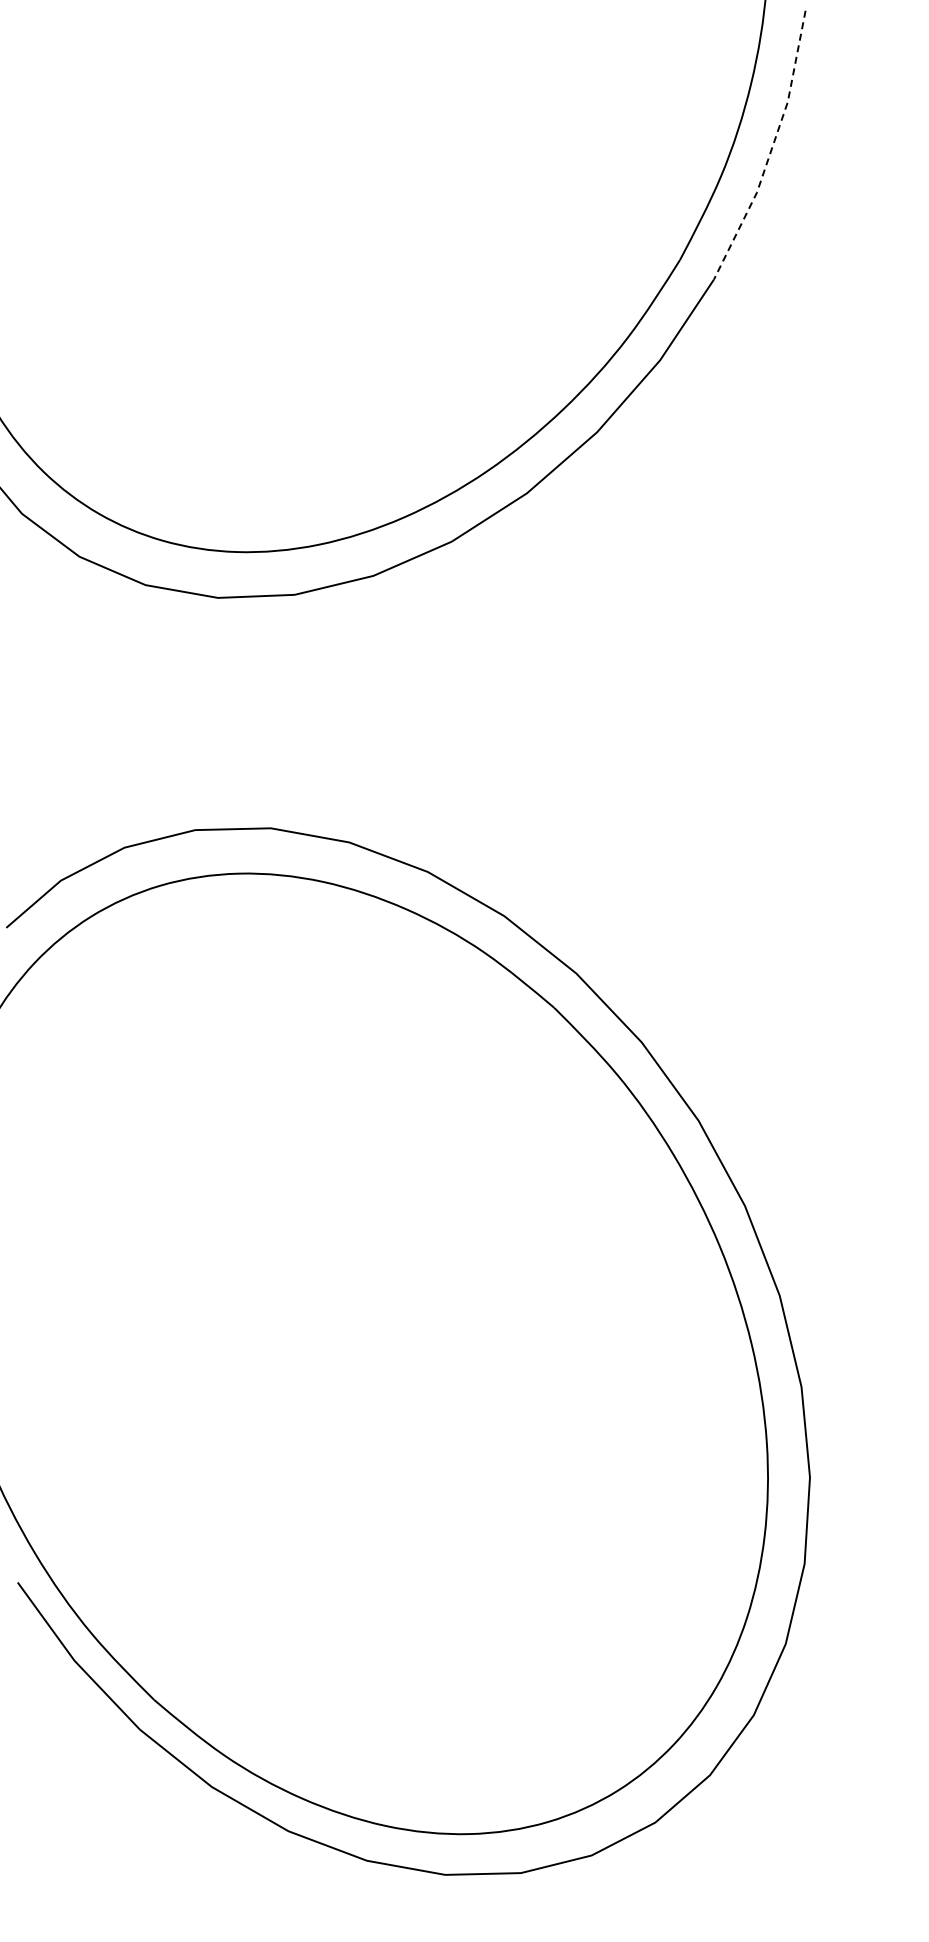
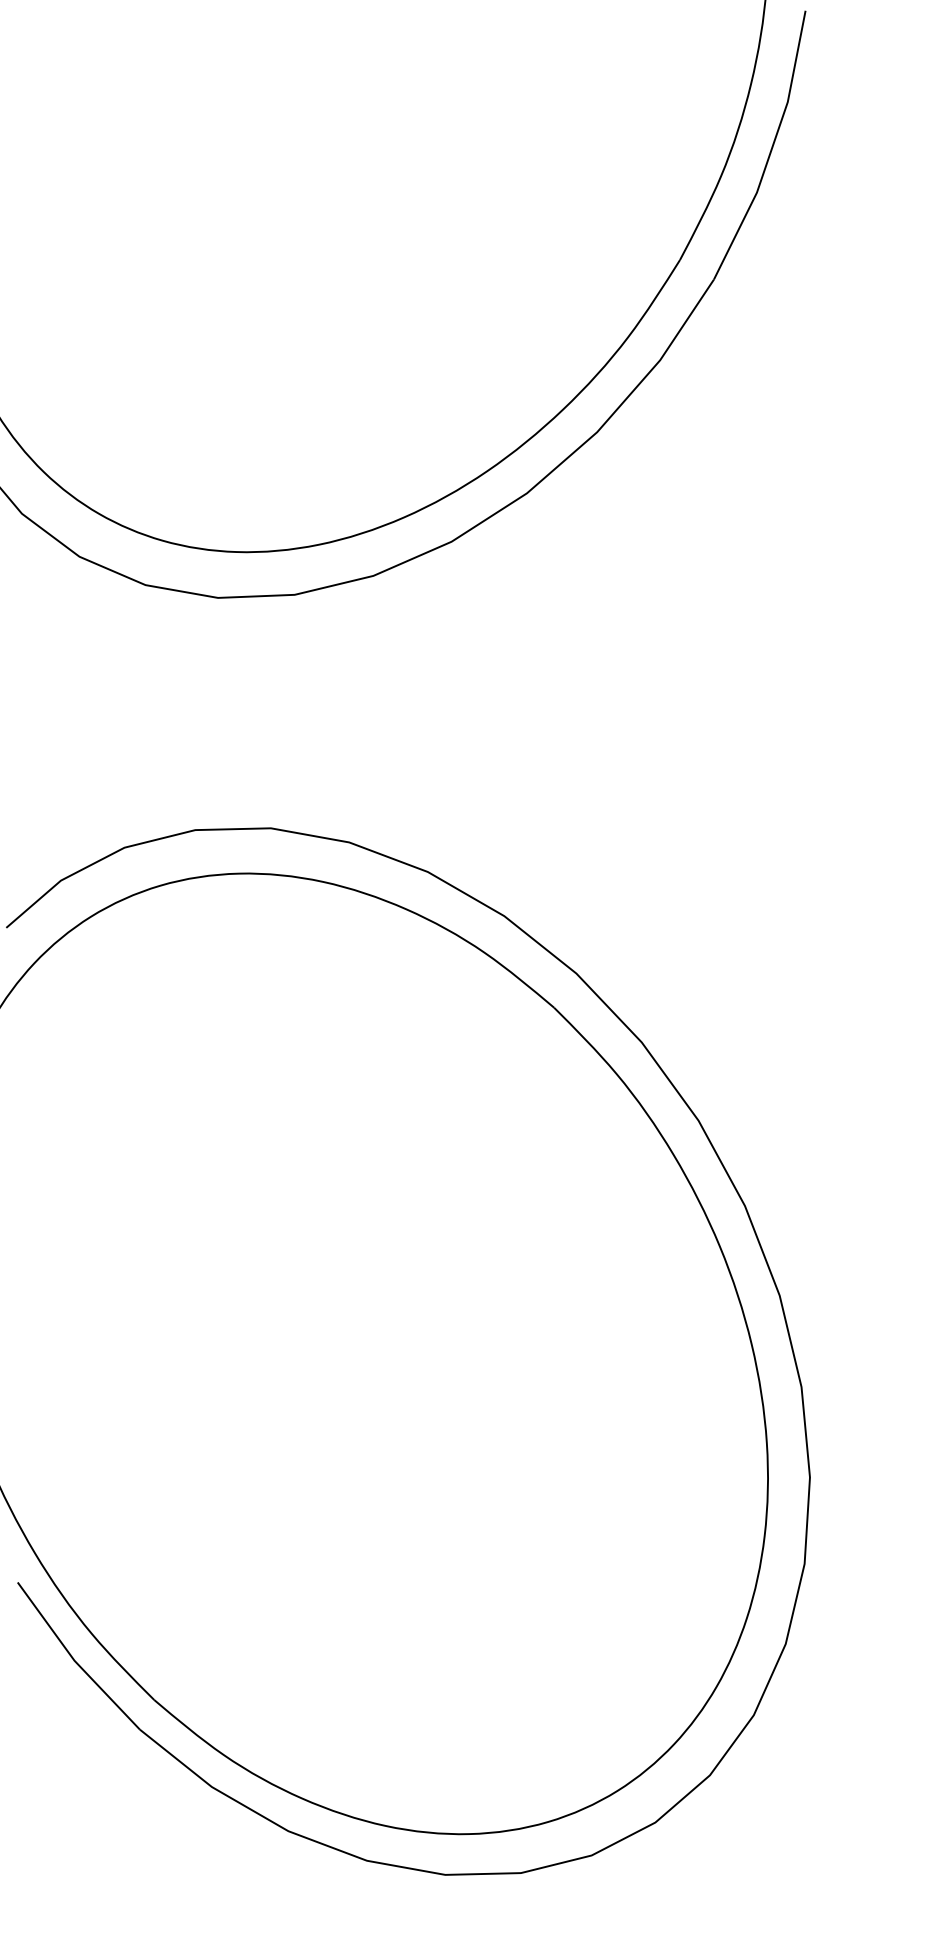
line at (771, 149): dashed -> solid
